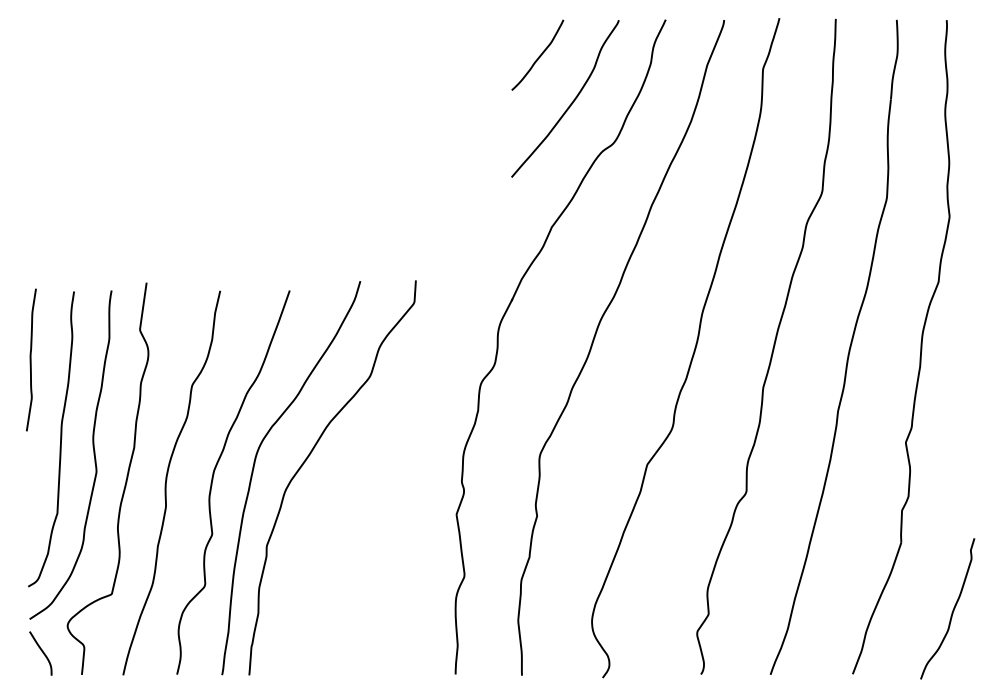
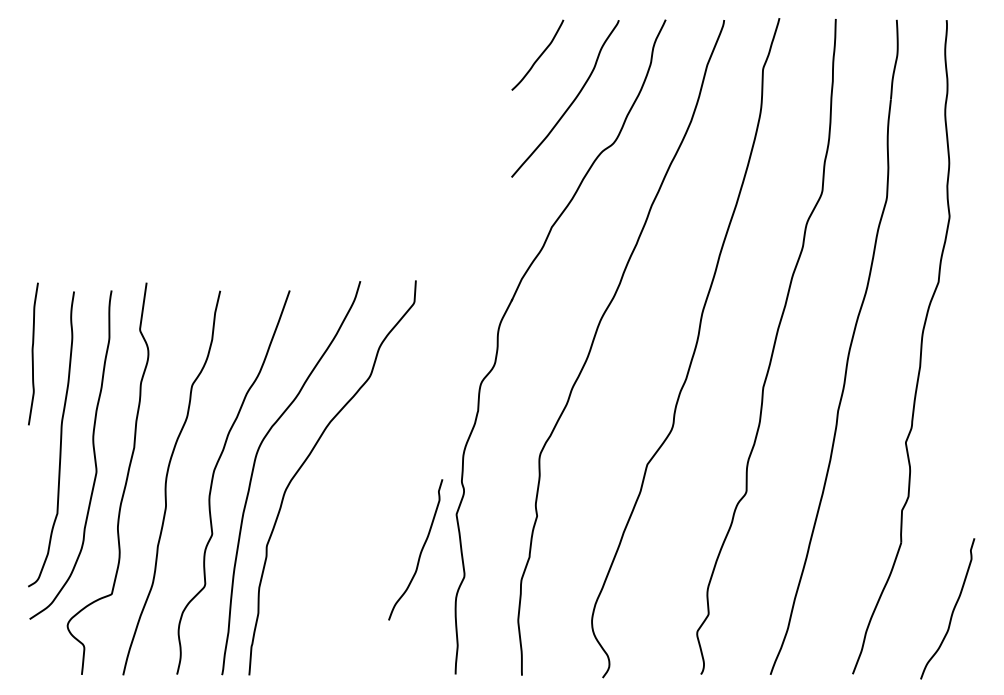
curve at (31, 359) position: (31, 359) -> (33, 353)
curve at (420, 550): none -> present
curve at (42, 653): present -> none
